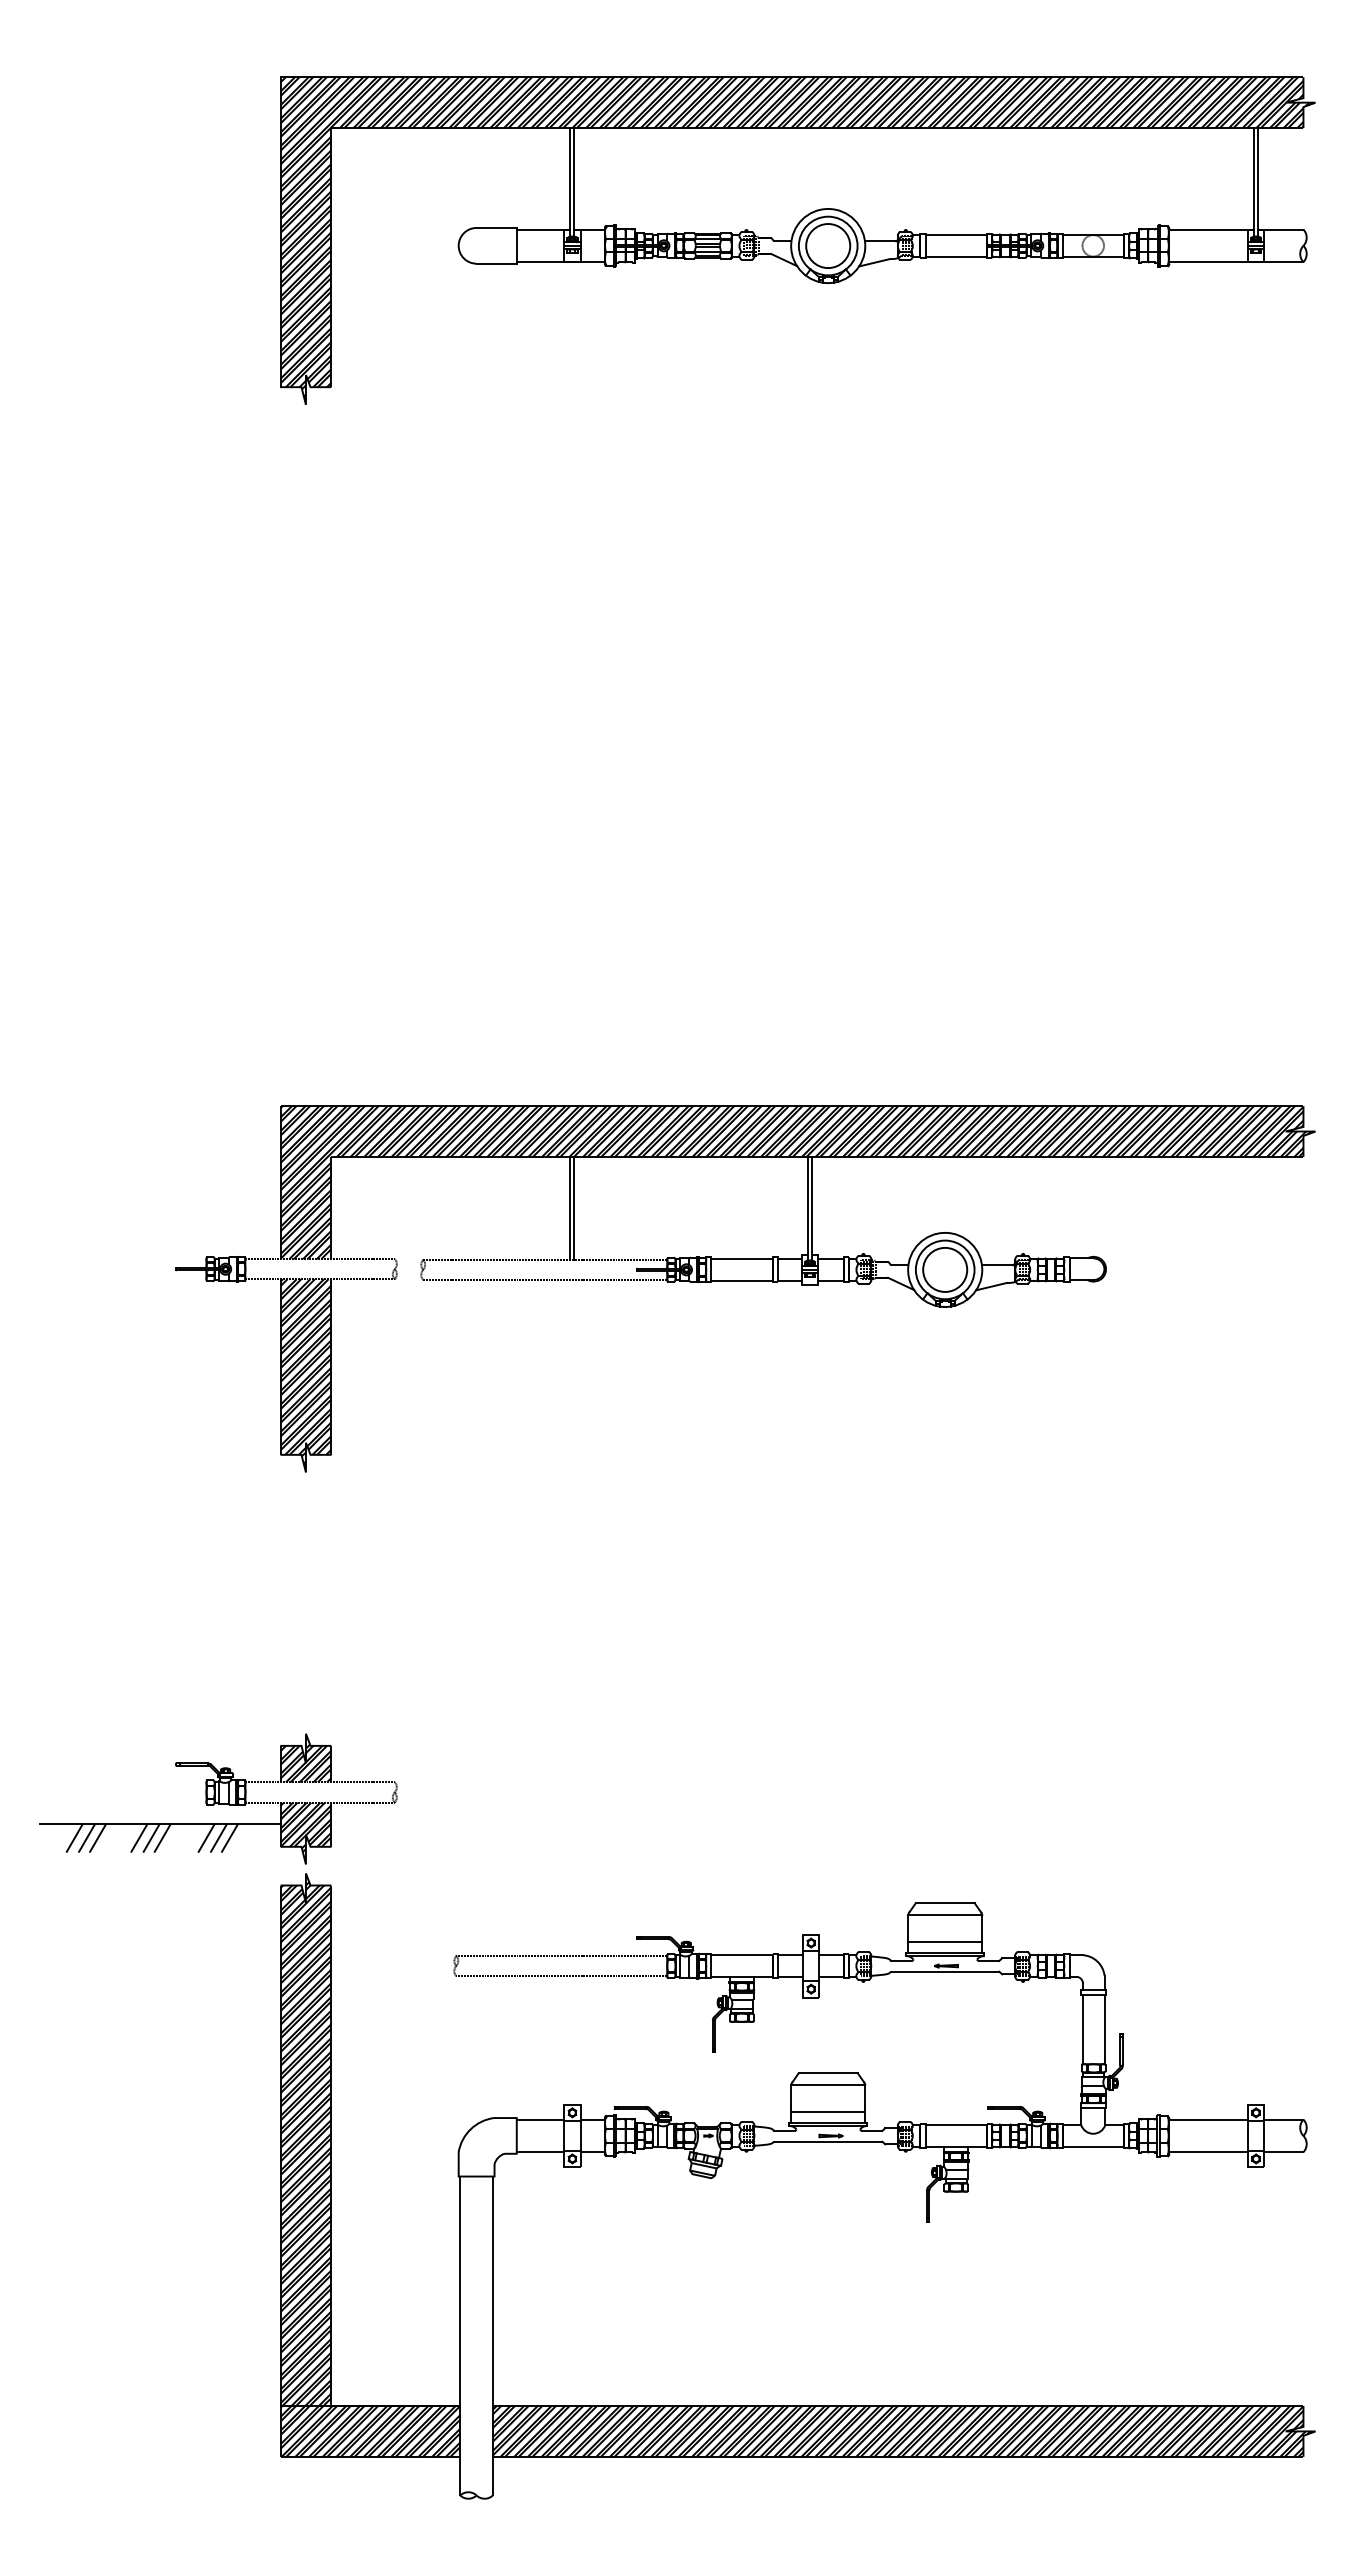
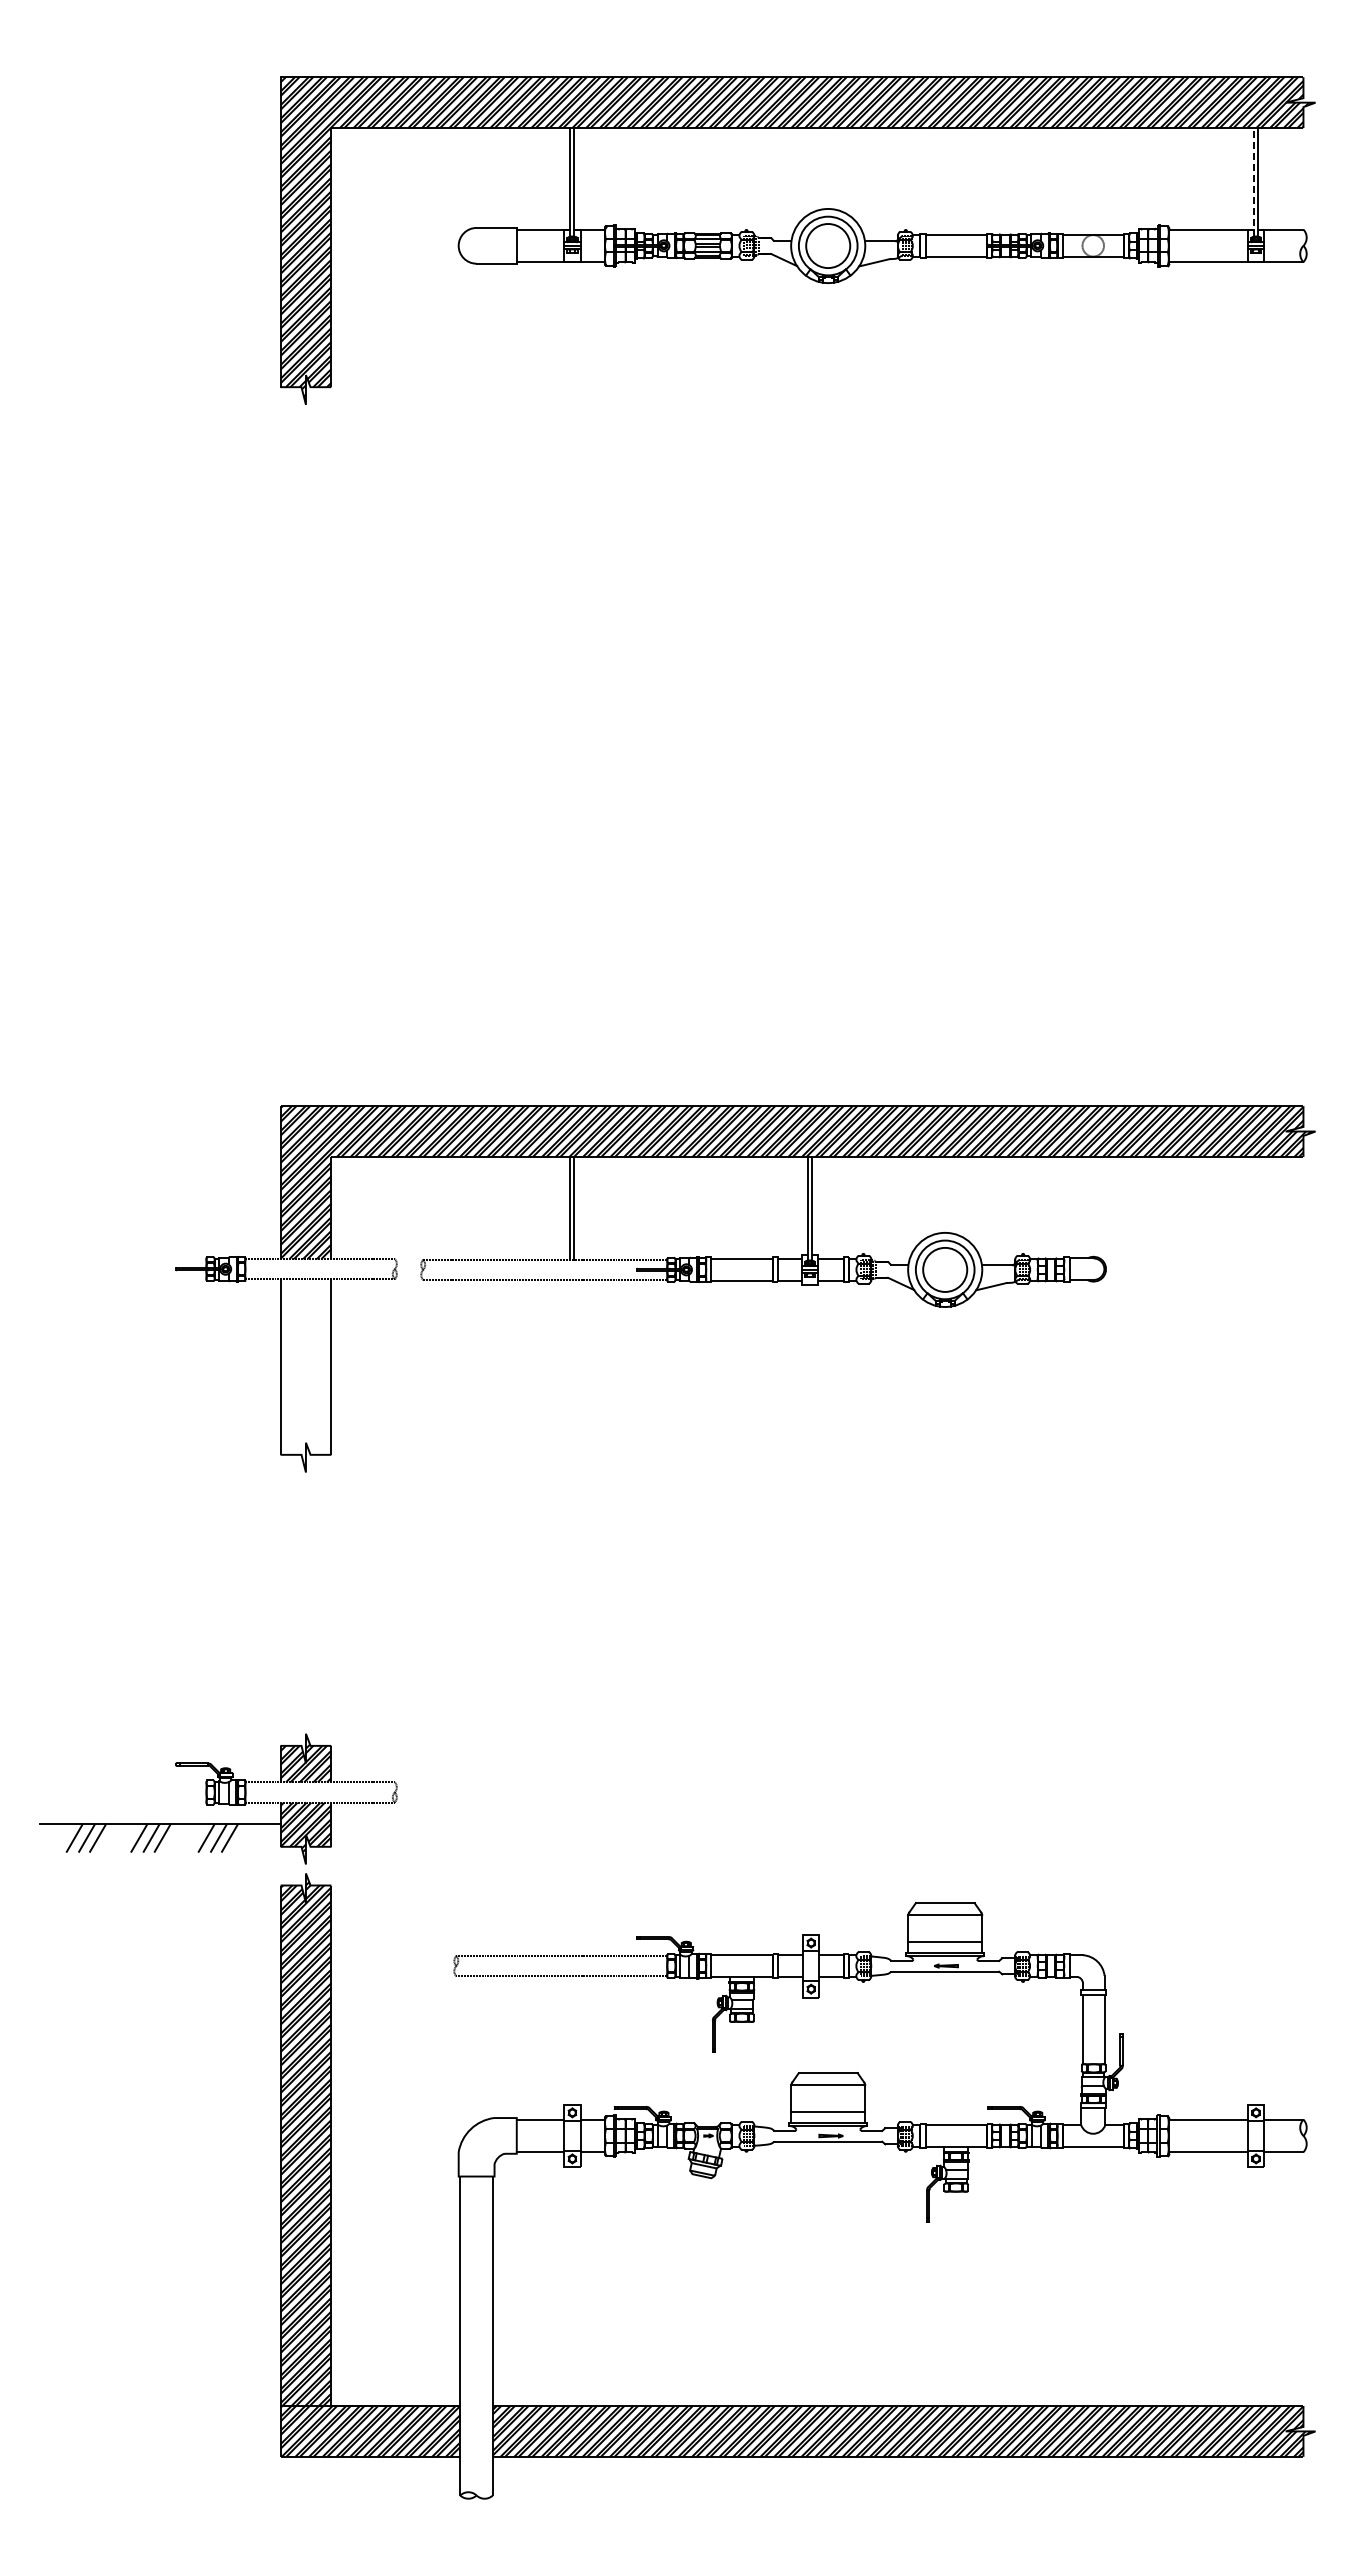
line at (1253, 181): solid -> dashed
hatch at (305, 1373): present -> none
